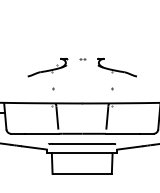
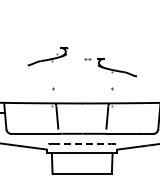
part at (82, 59) position: (82, 59) -> (87, 59)
part at (47, 67) position: (47, 67) -> (47, 56)
line at (82, 143): solid -> dashed
